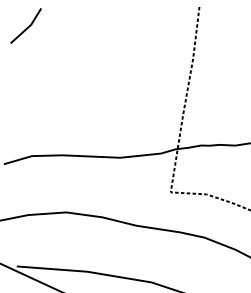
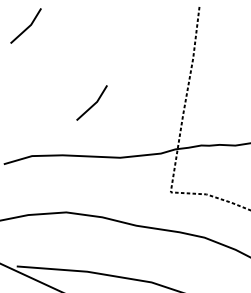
line at (93, 103): none -> present
